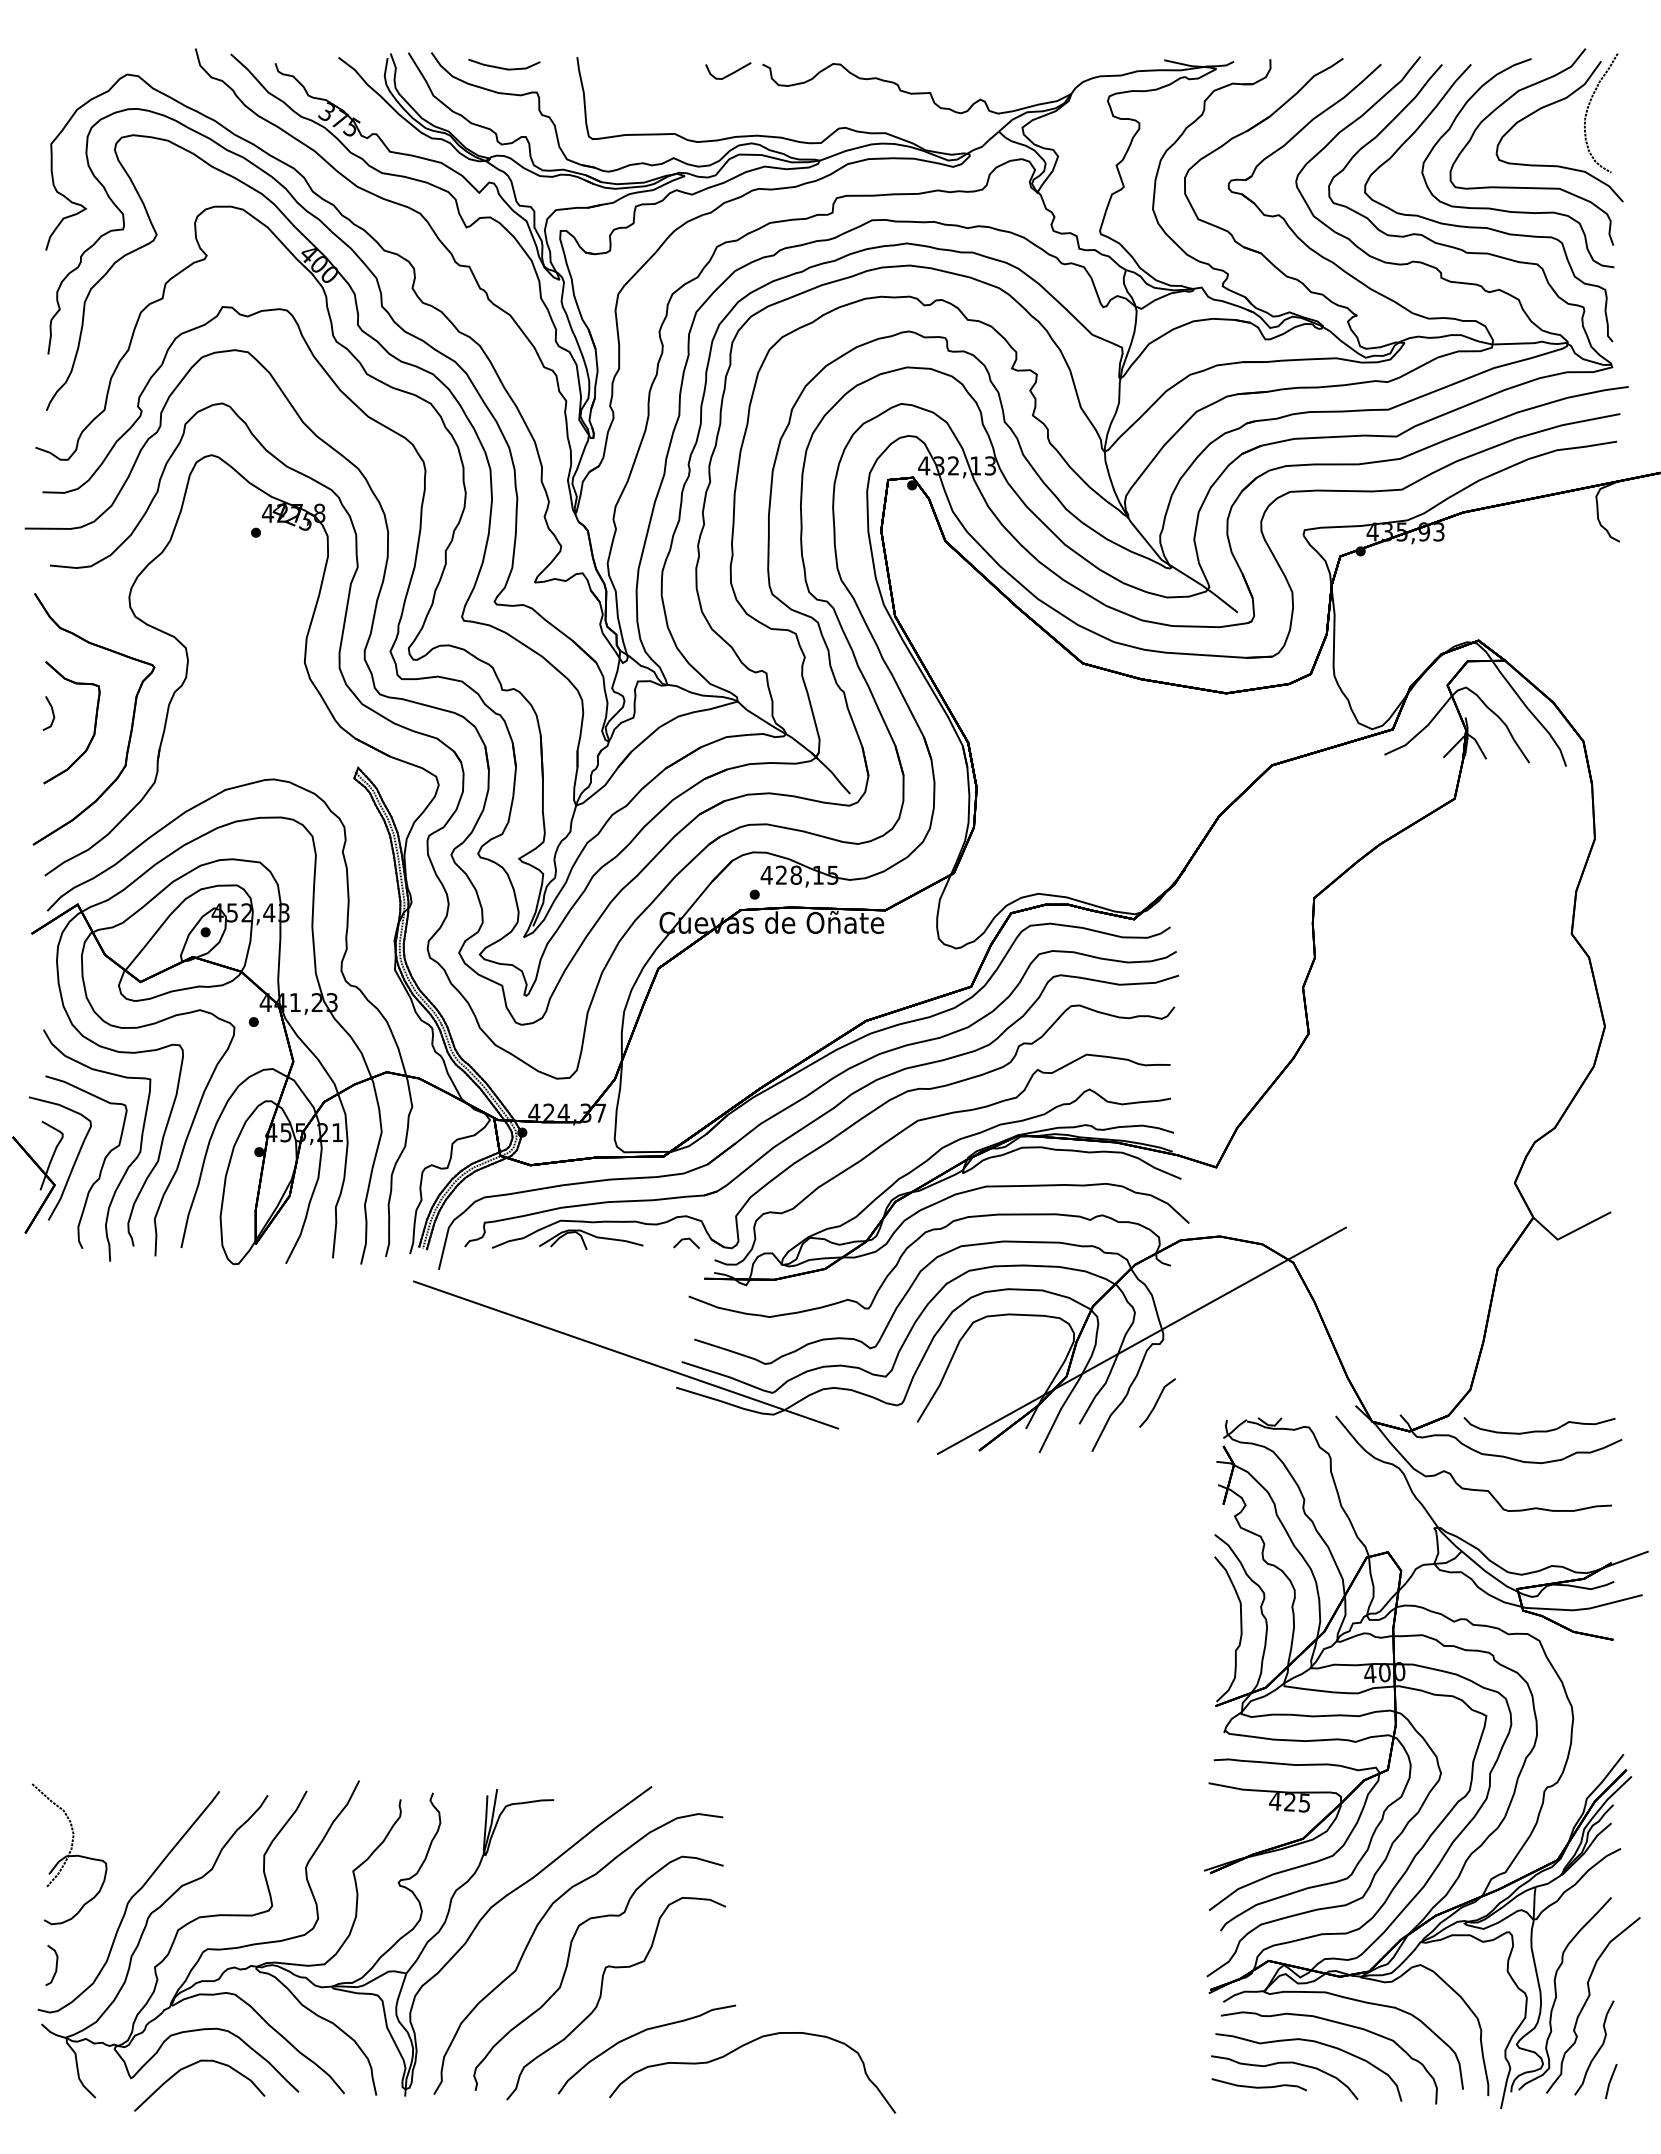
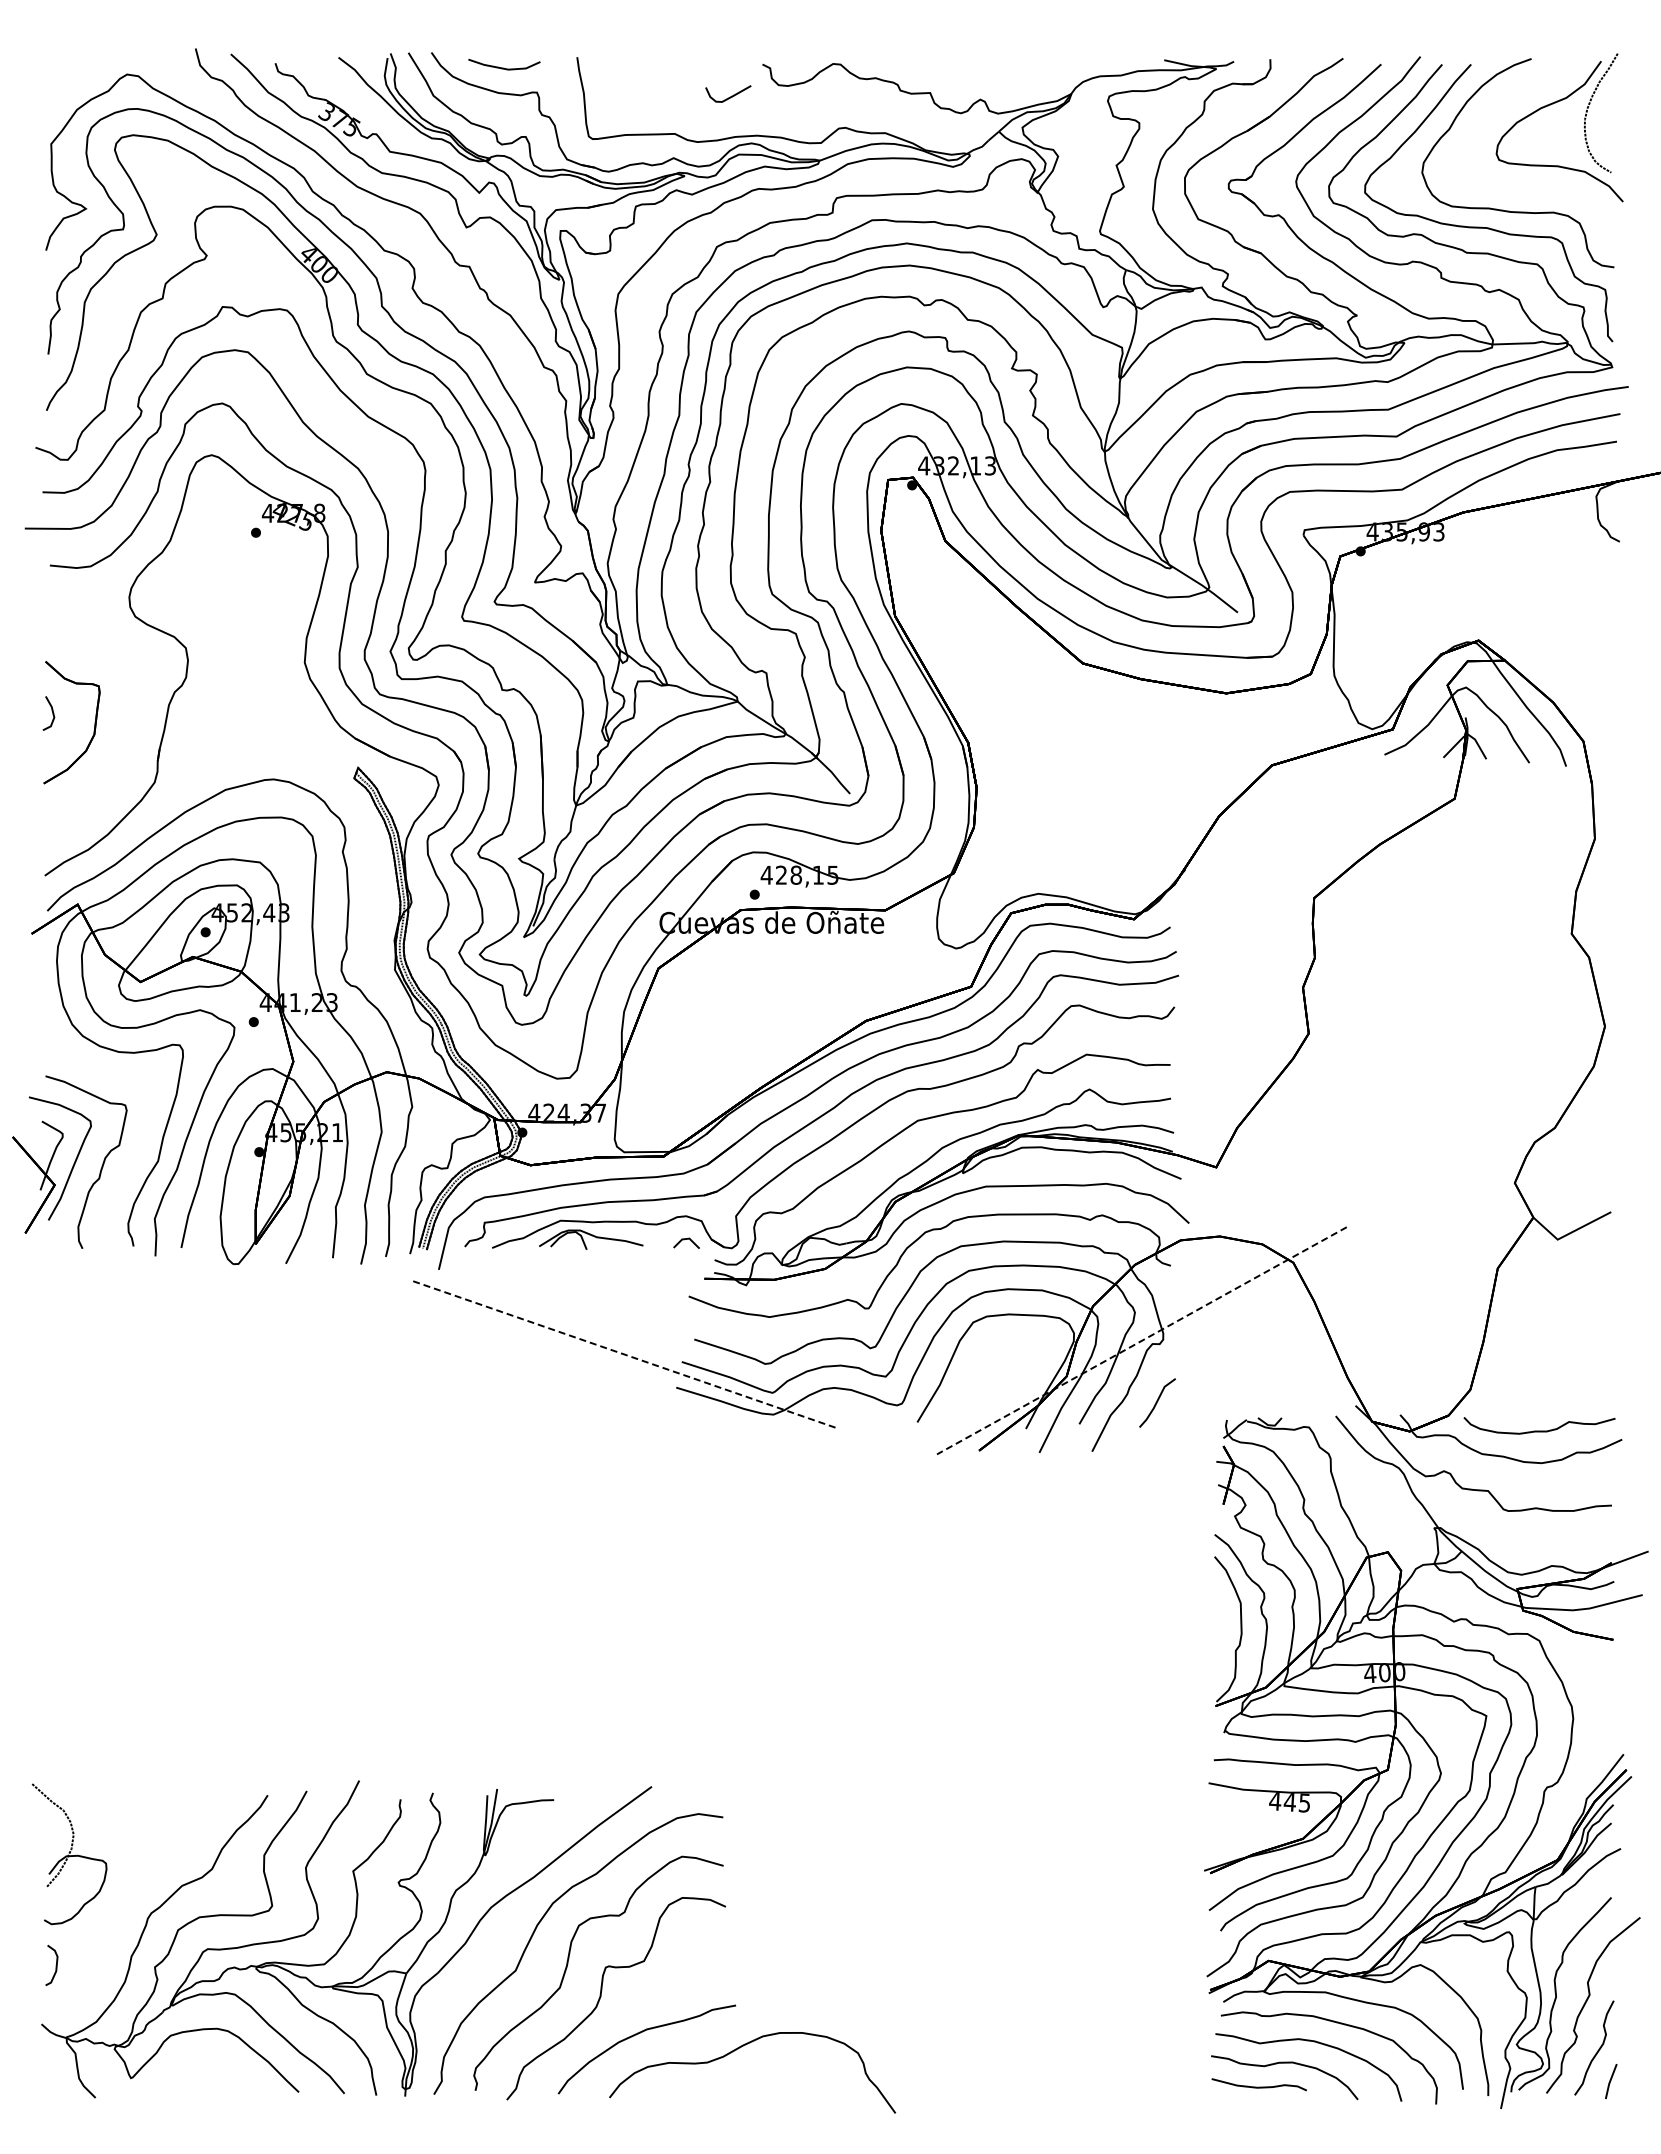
curve at (731, 72) position: (731, 72) -> (731, 95)
curve at (1531, 187): present -> none
part at (131, 722): present -> none
curve at (128, 1165): present -> none
line at (1141, 1341): solid -> dashed
line at (626, 1355): solid -> dashed
text at (1289, 1802): 425 -> 445
curve at (128, 1902): present -> none
curve at (190, 2066): present -> none
